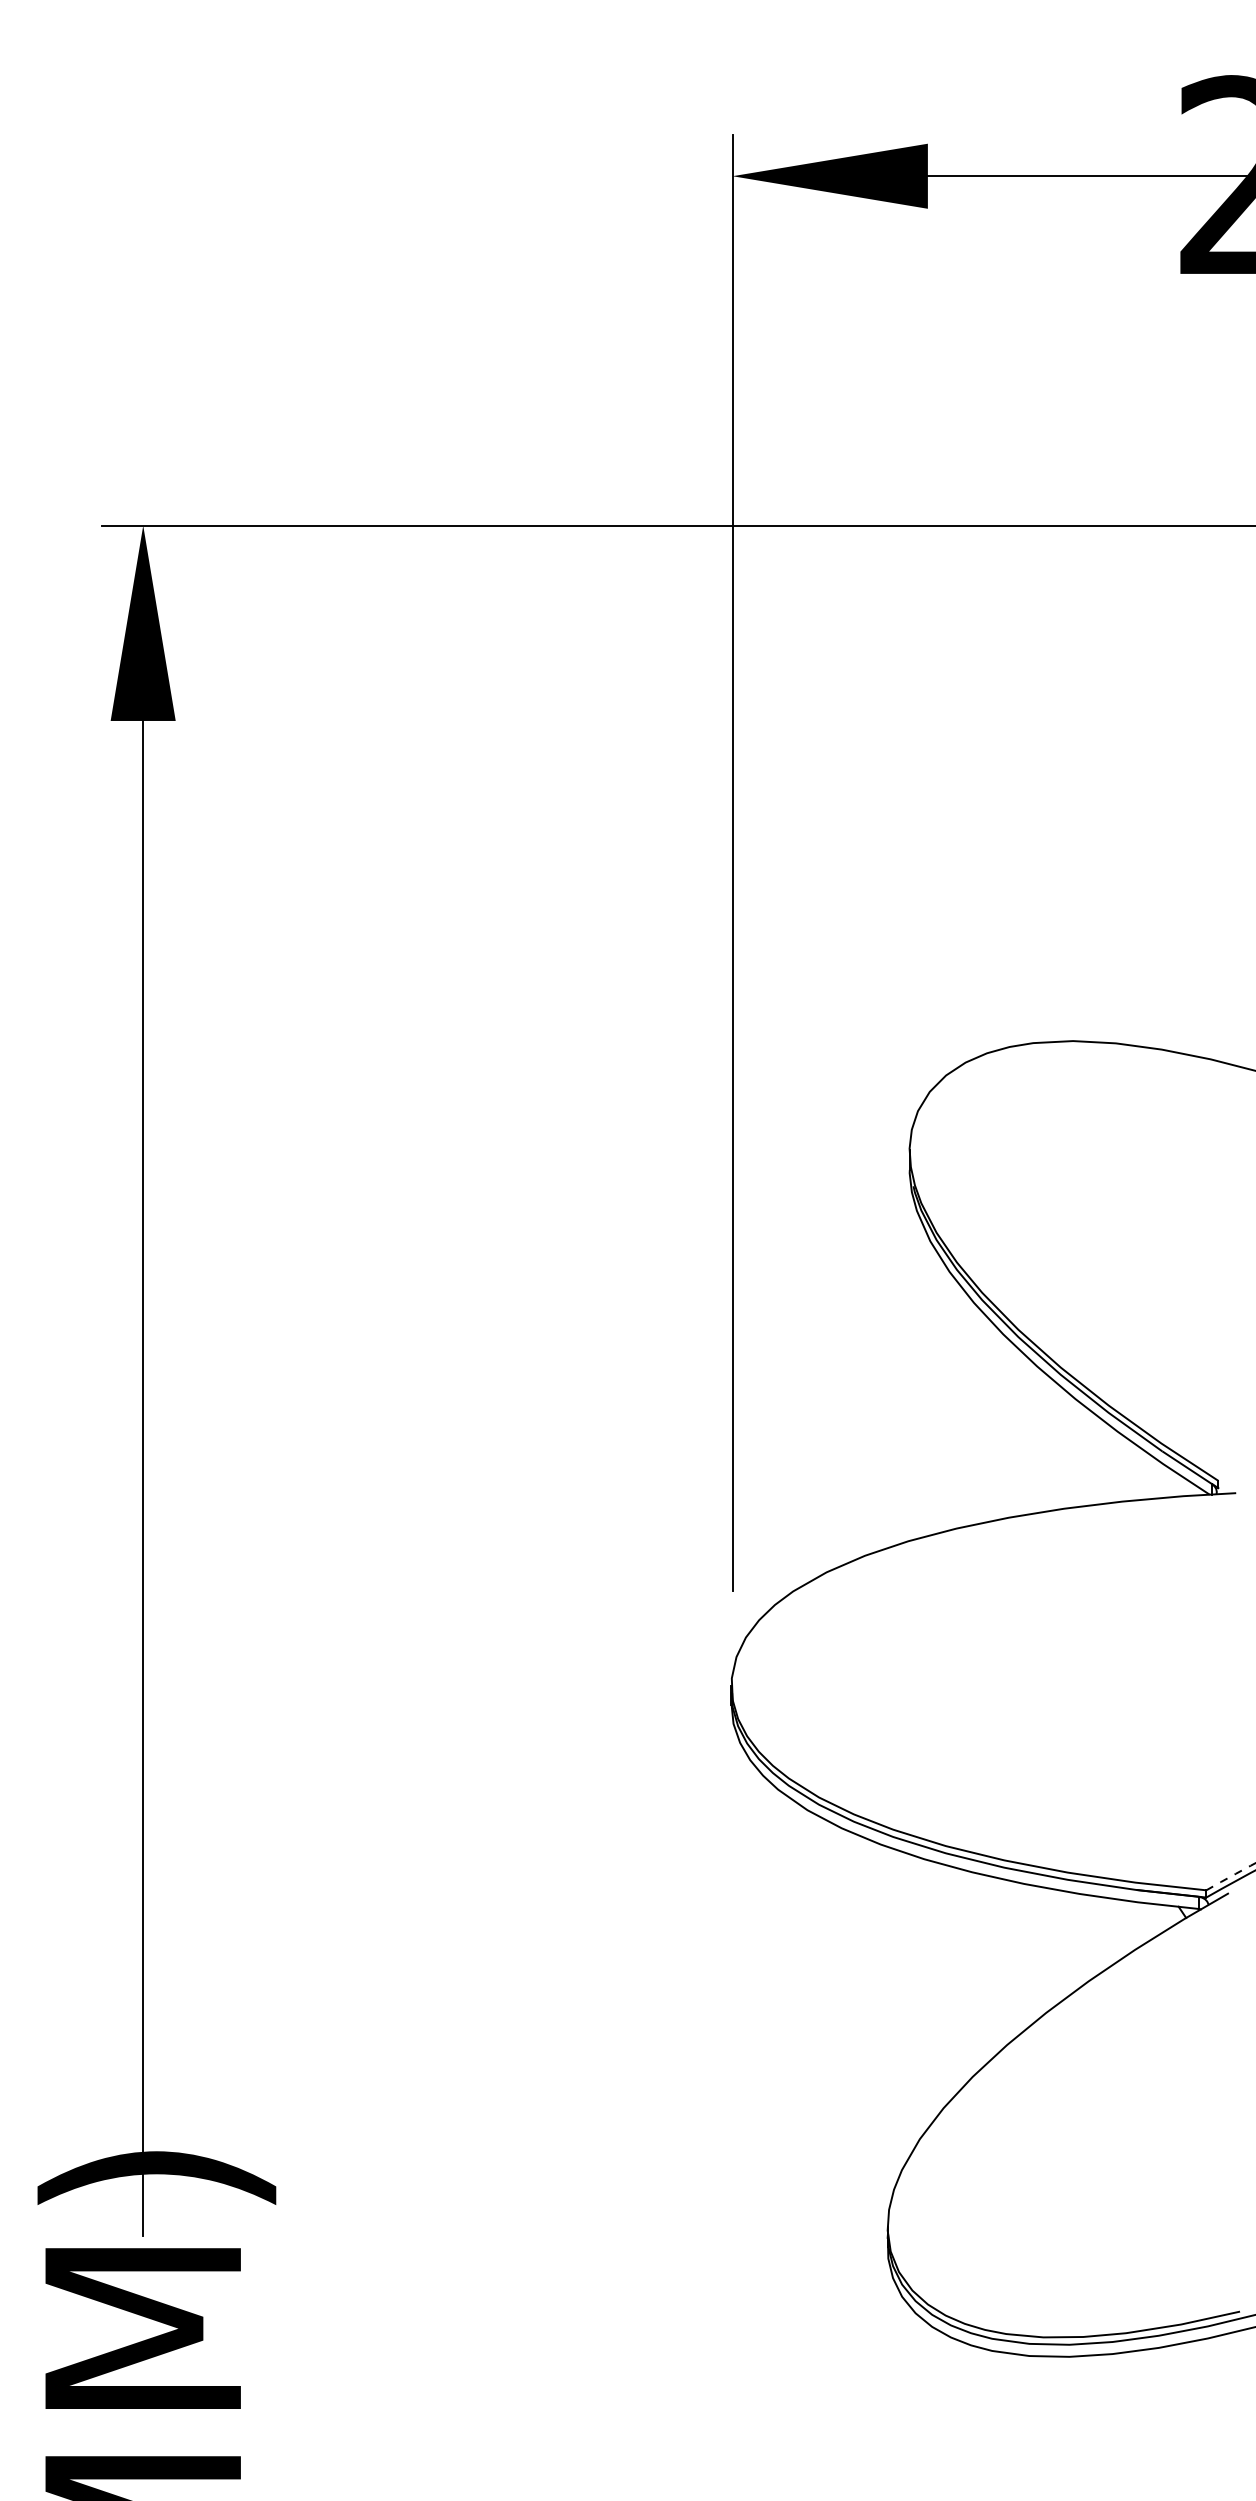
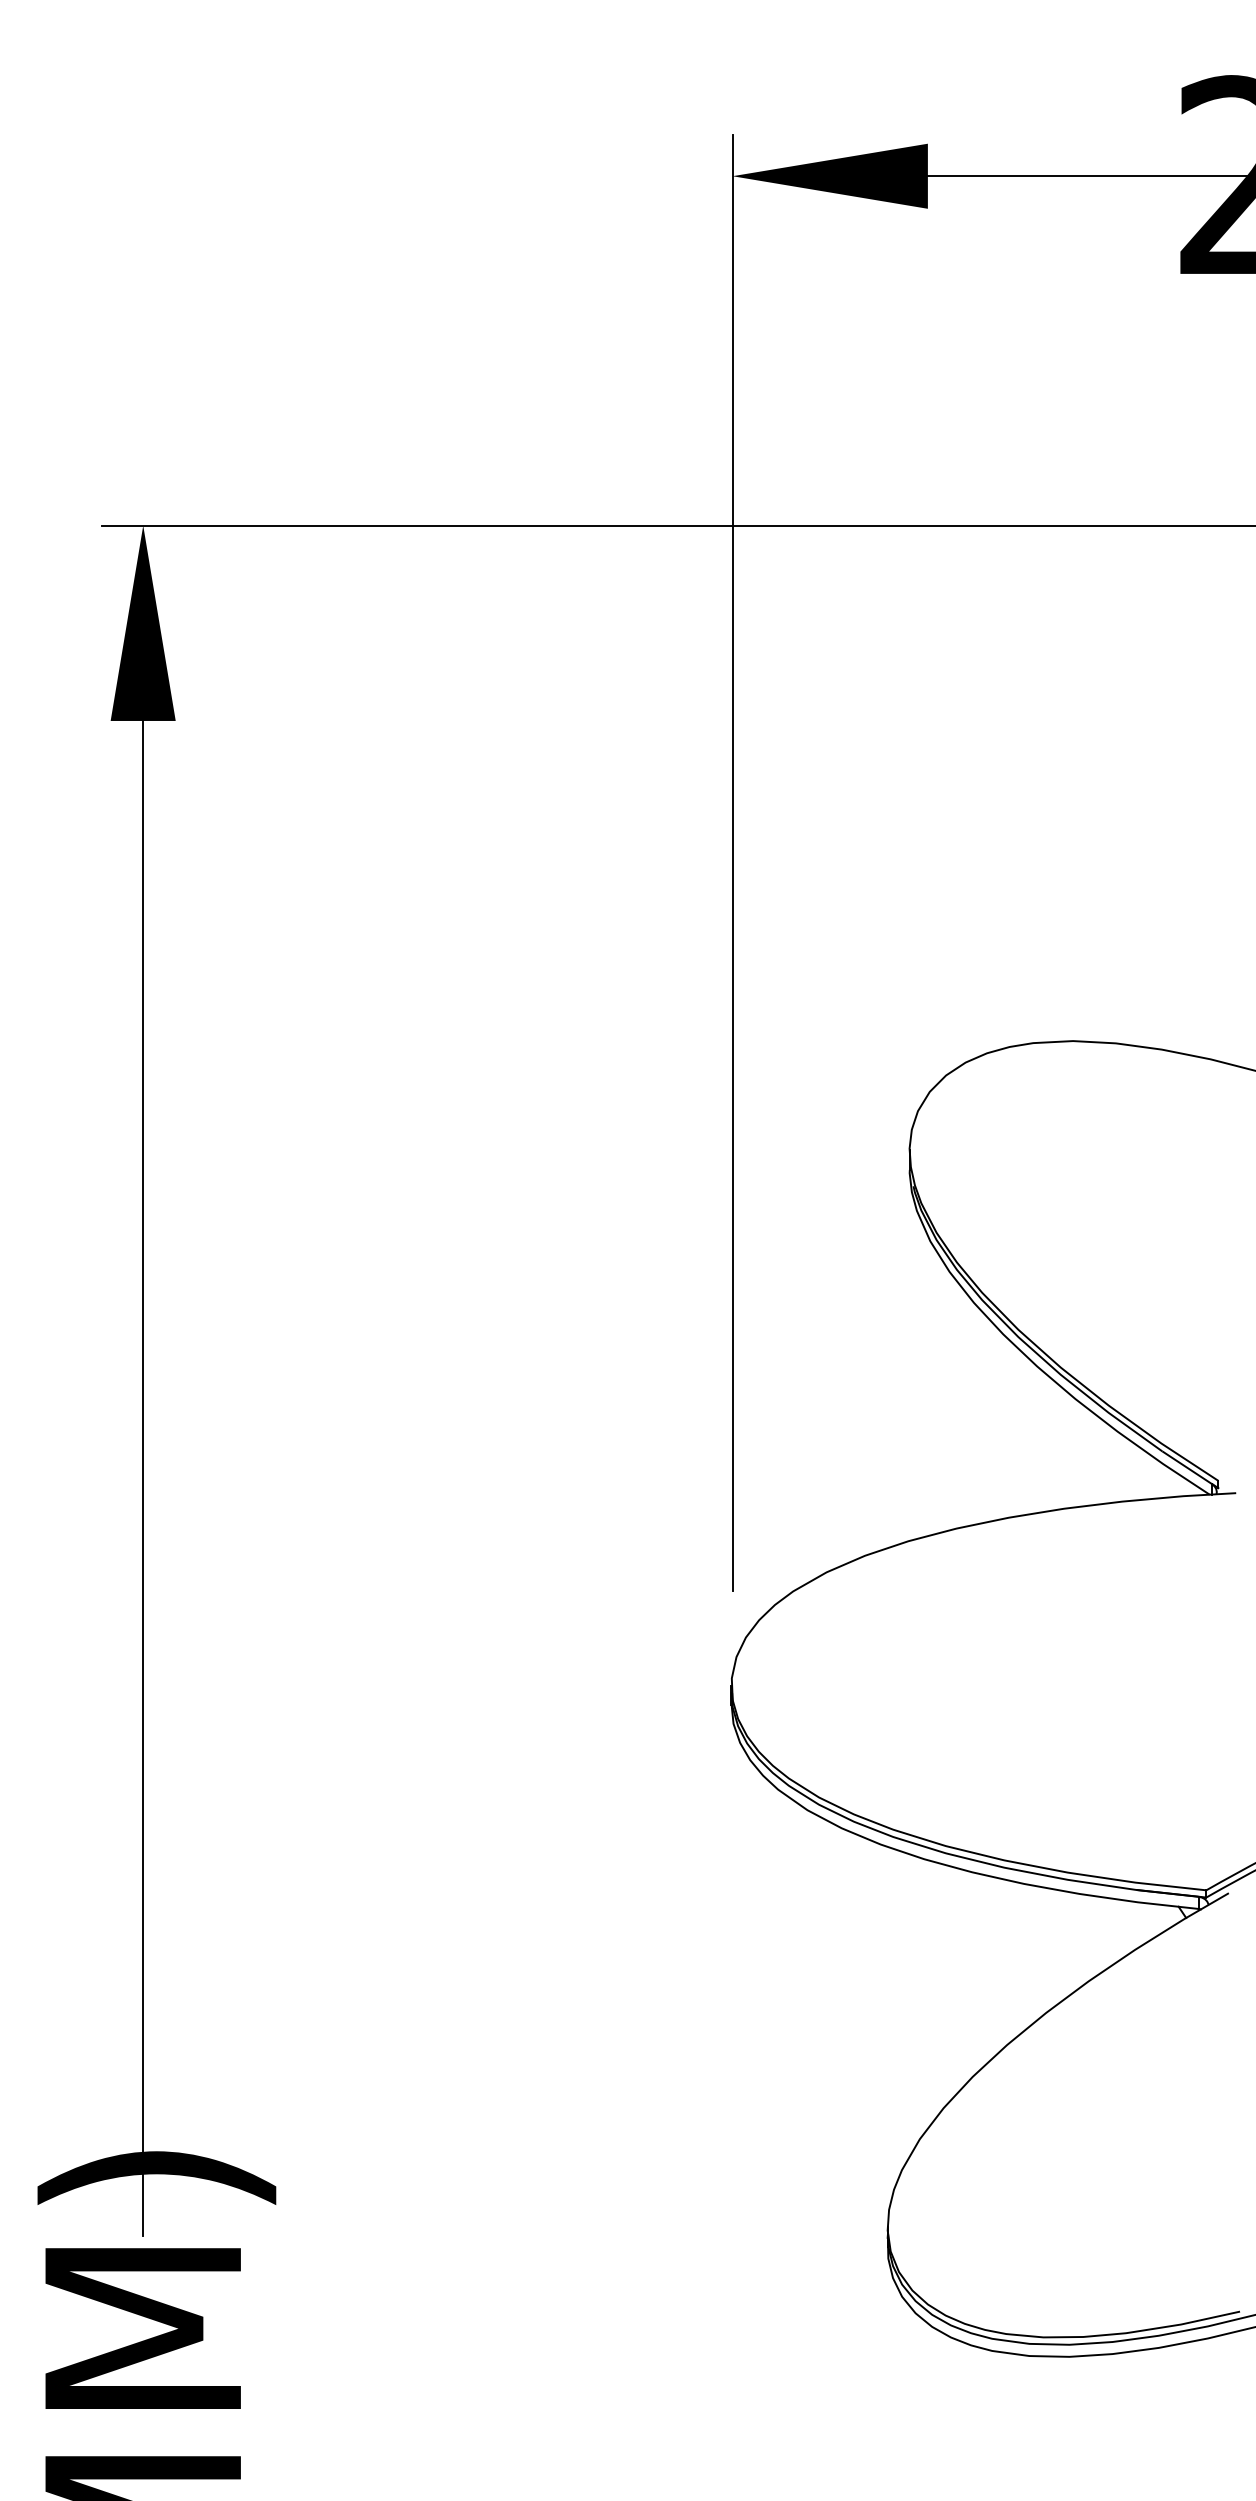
arc at (1230, 1876): dashed -> solid
